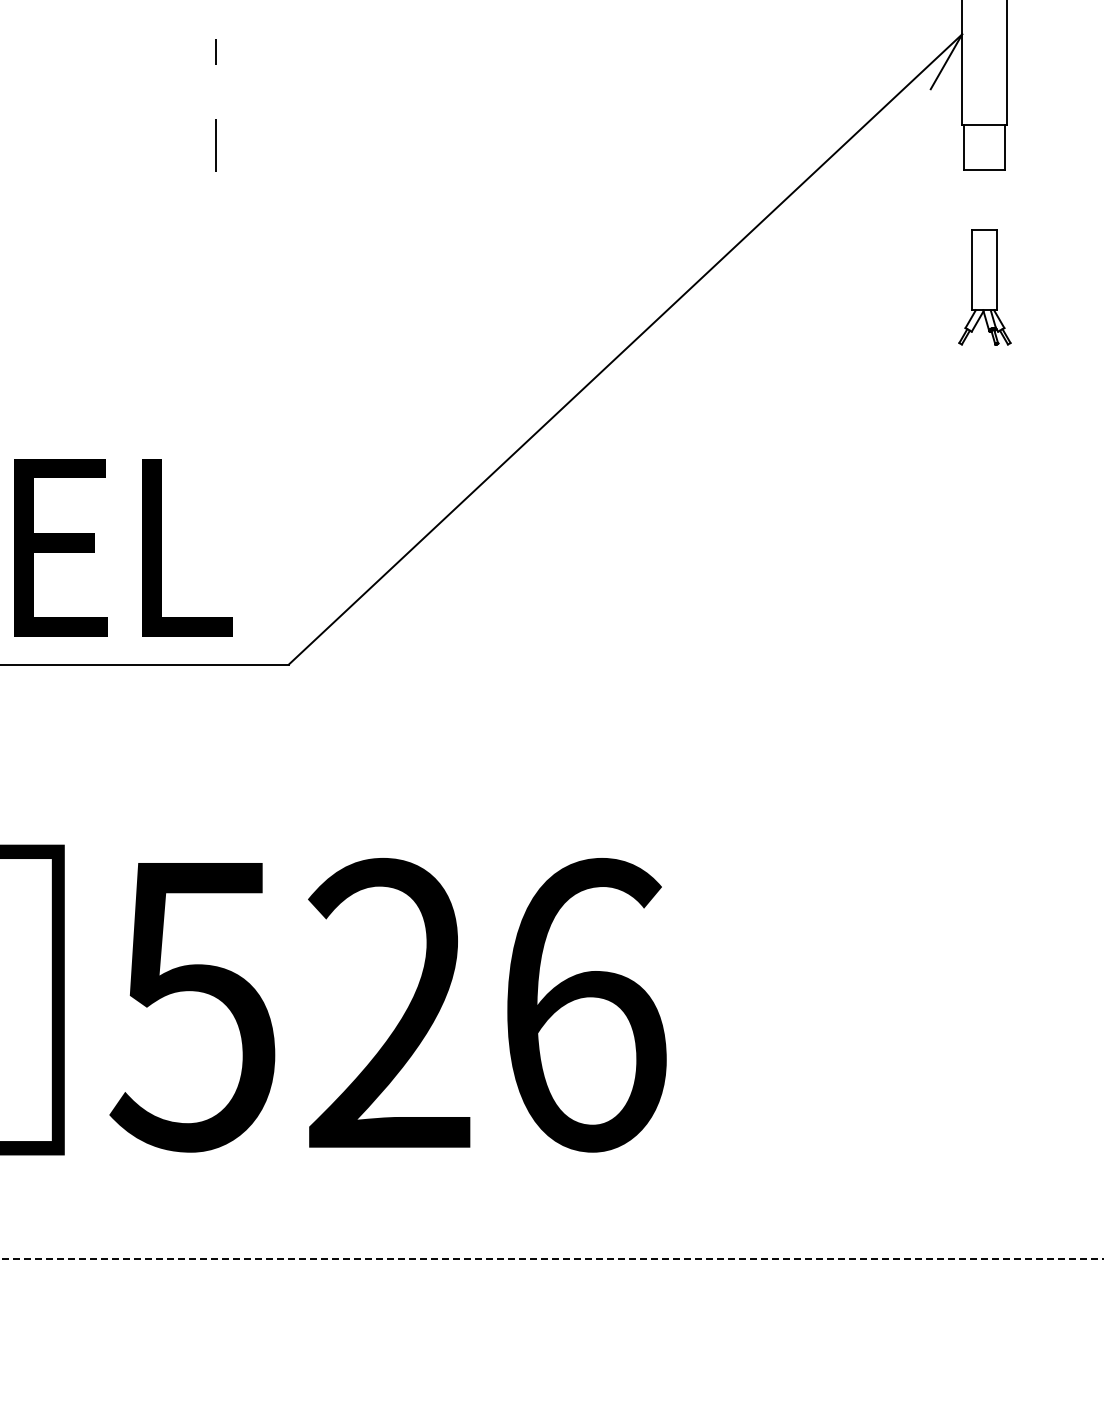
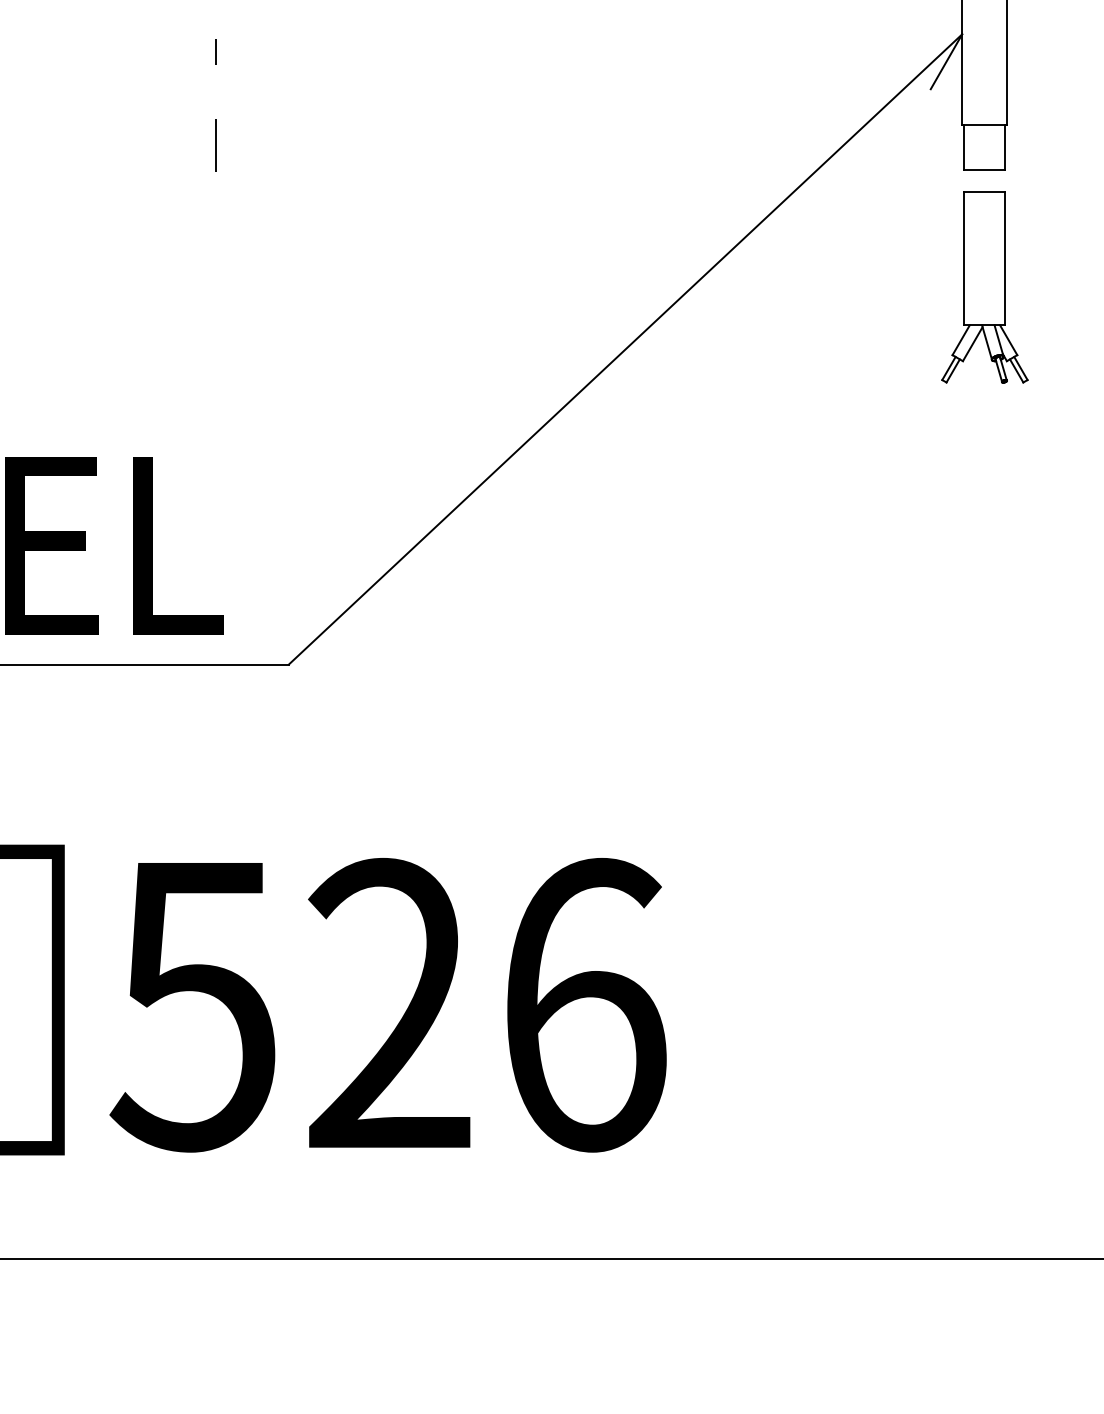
part at (984, 287) size: 54x117 px -> 88x193 px
text at (123, 547) position: (123, 547) -> (114, 545)
line at (552, 1258): dashed -> solid
